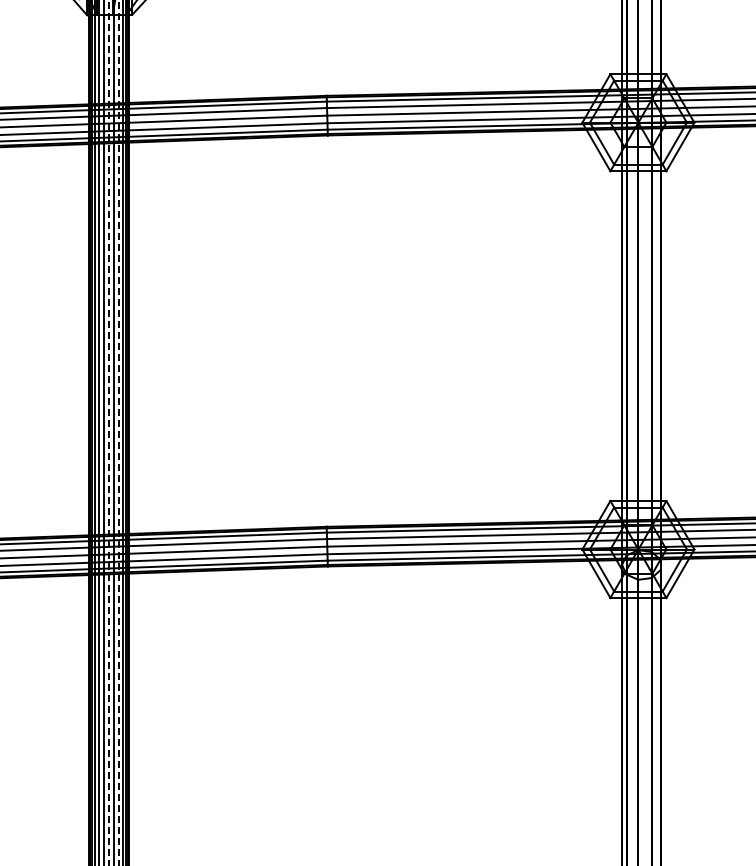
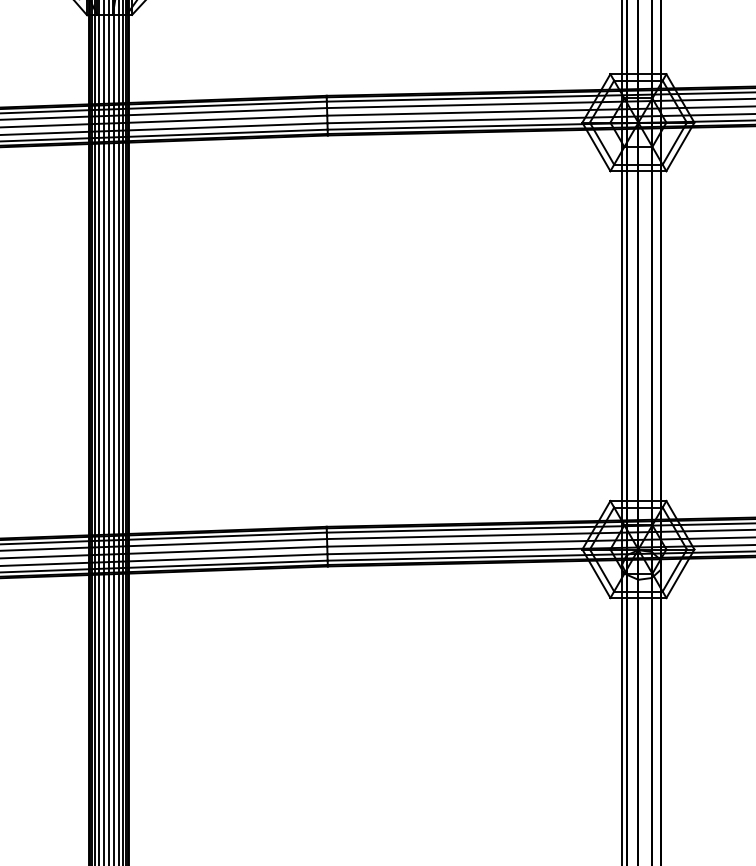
line at (108, 433): dashed -> solid
line at (118, 433): dashed -> solid
